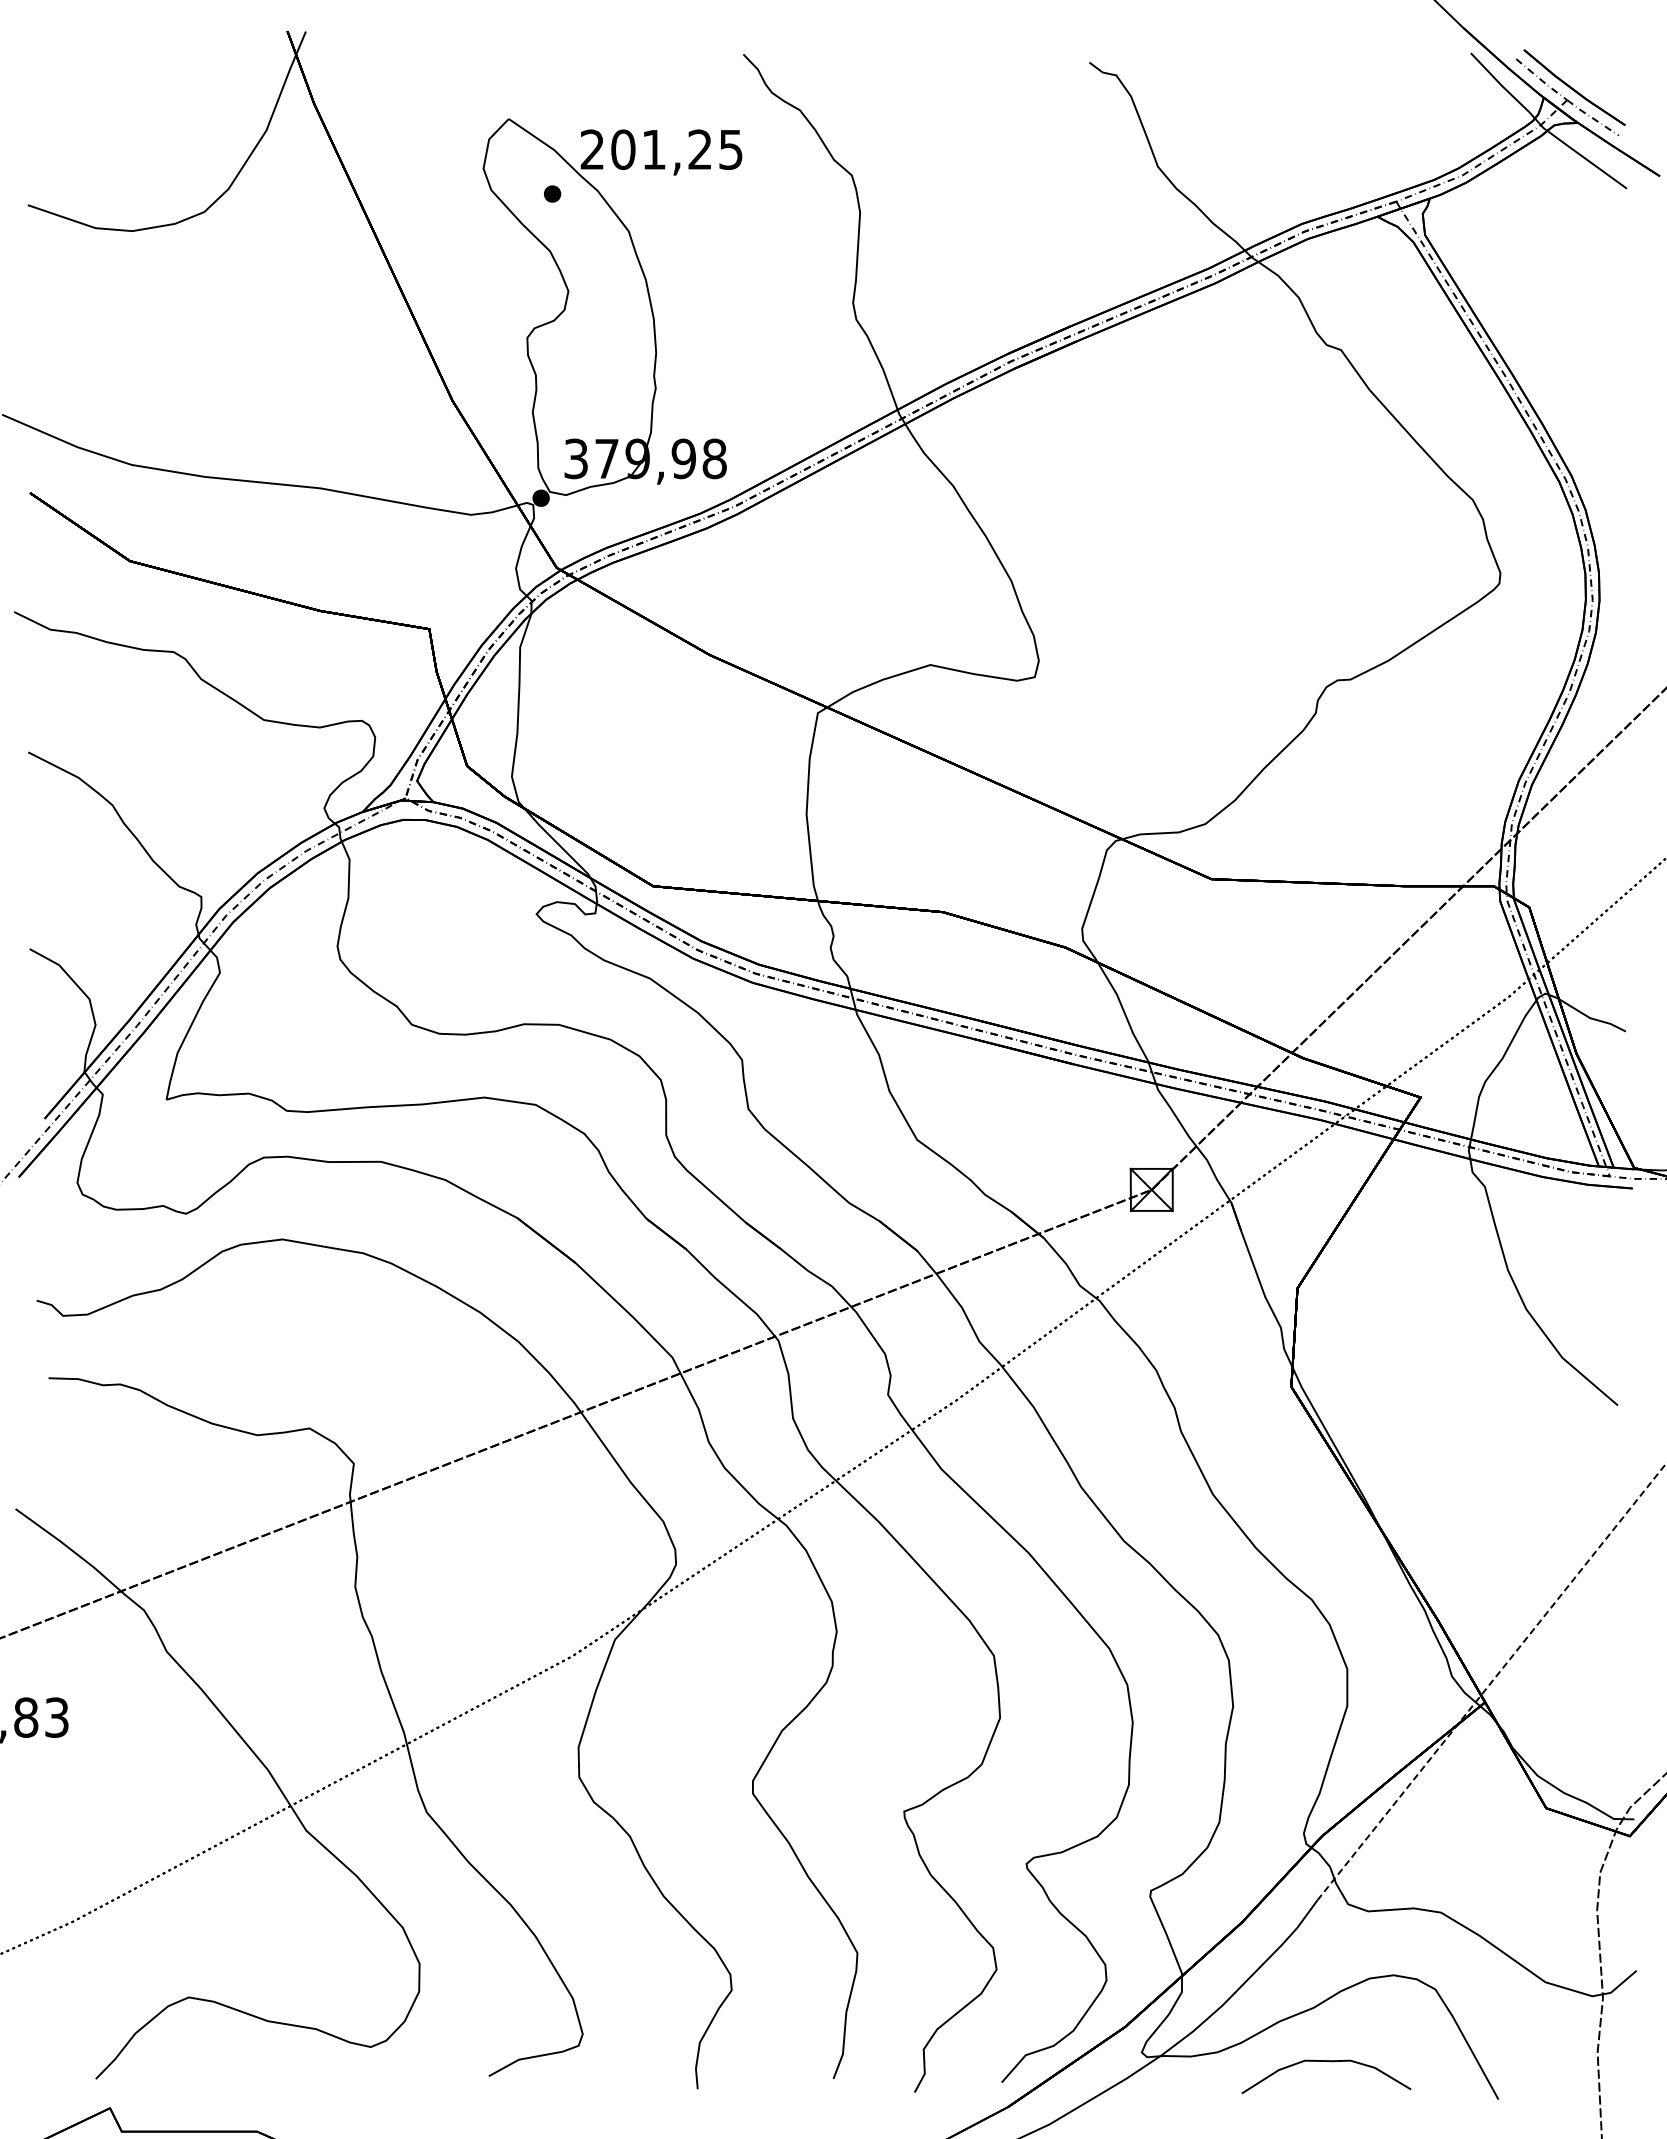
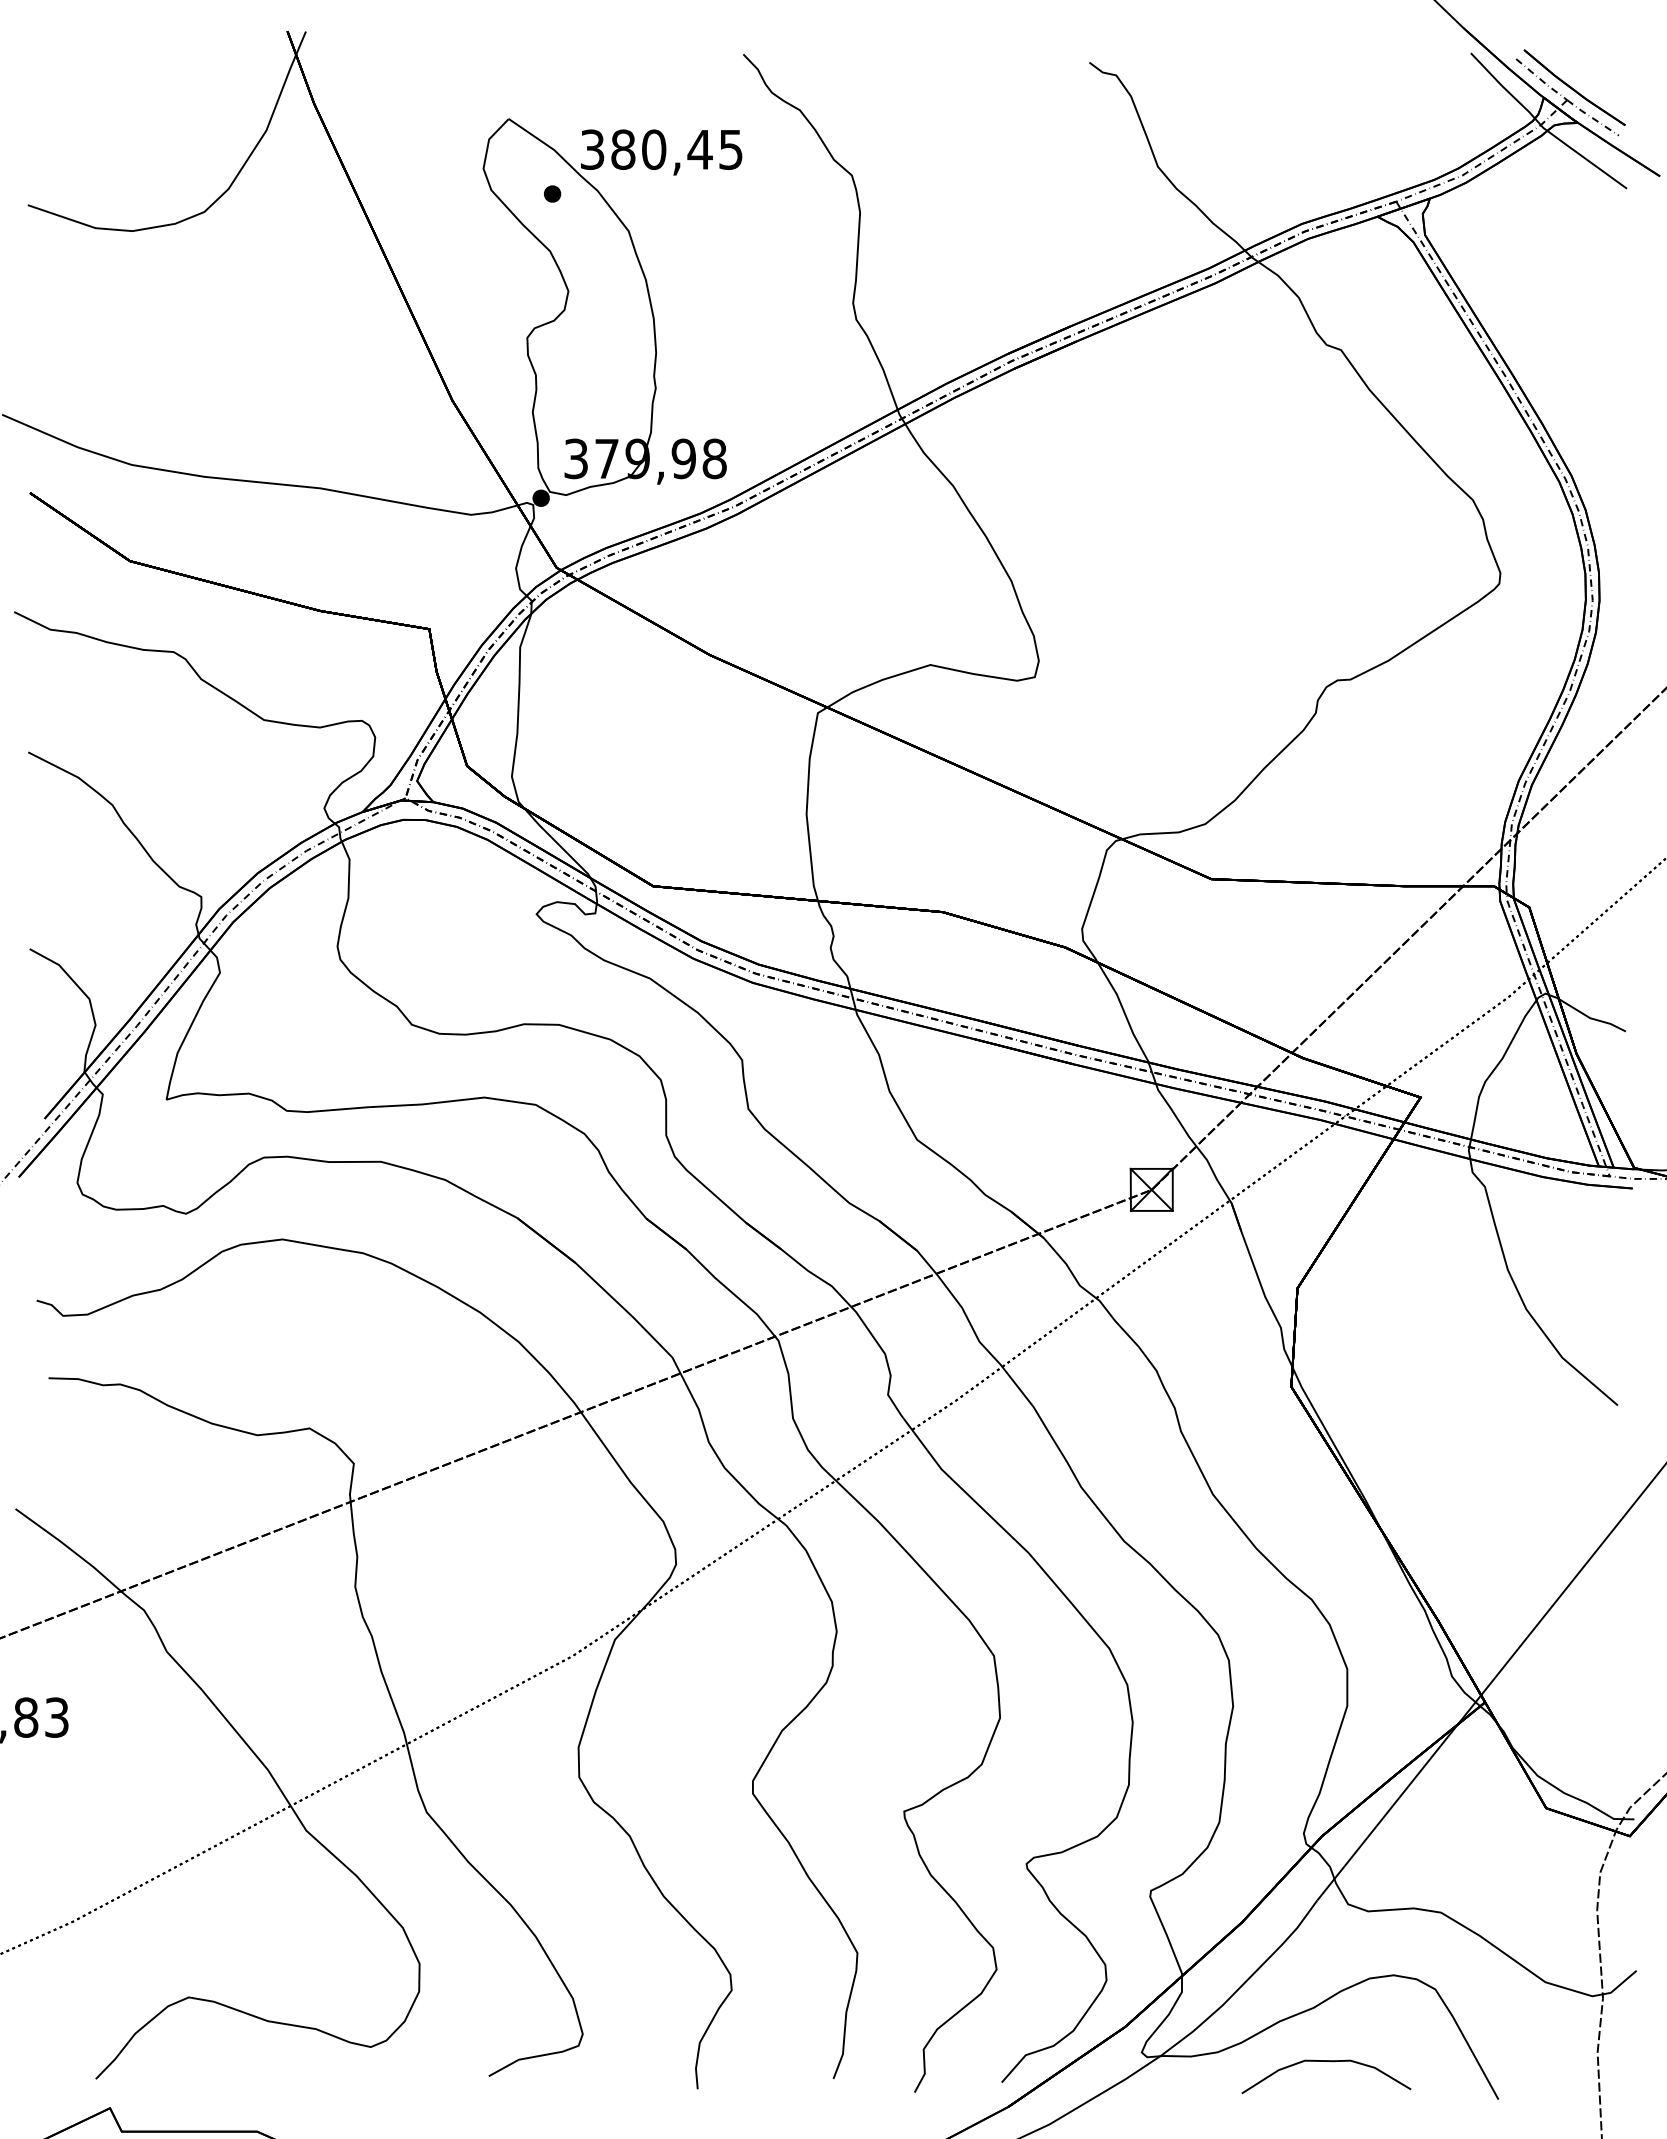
text at (646, 149): 201,25 -> 380,45
line at (1491, 1681): dashed -> solid
